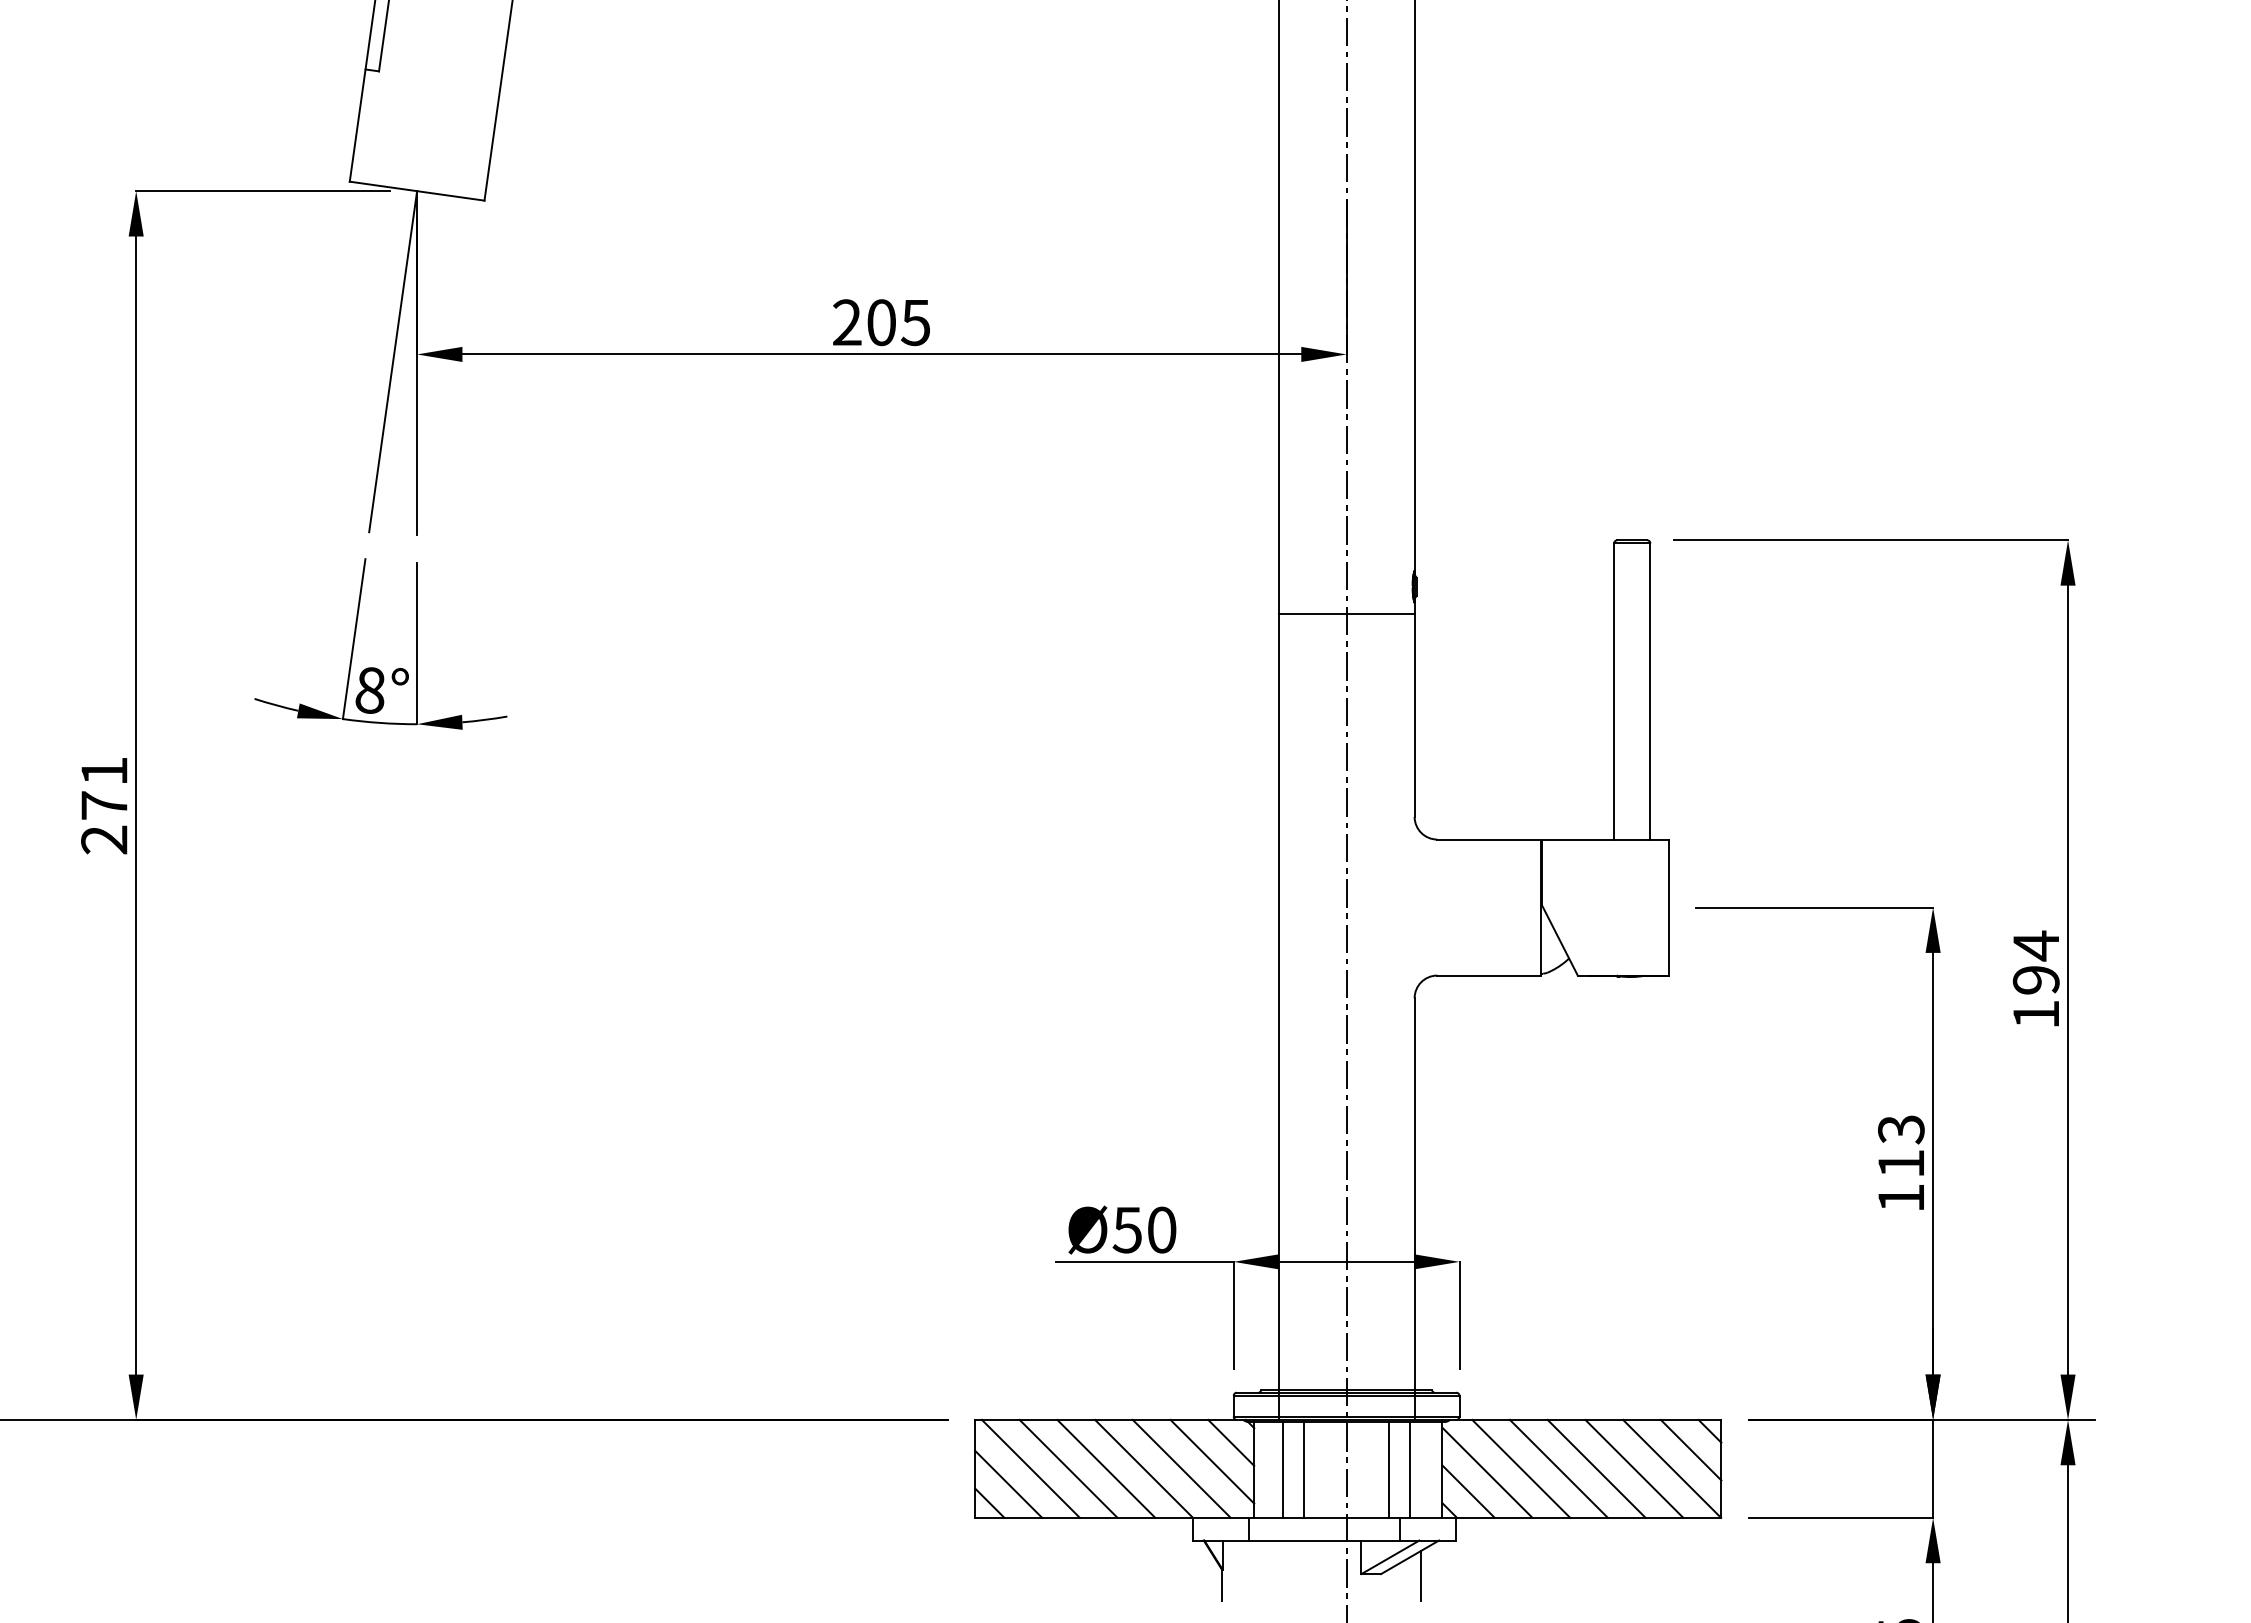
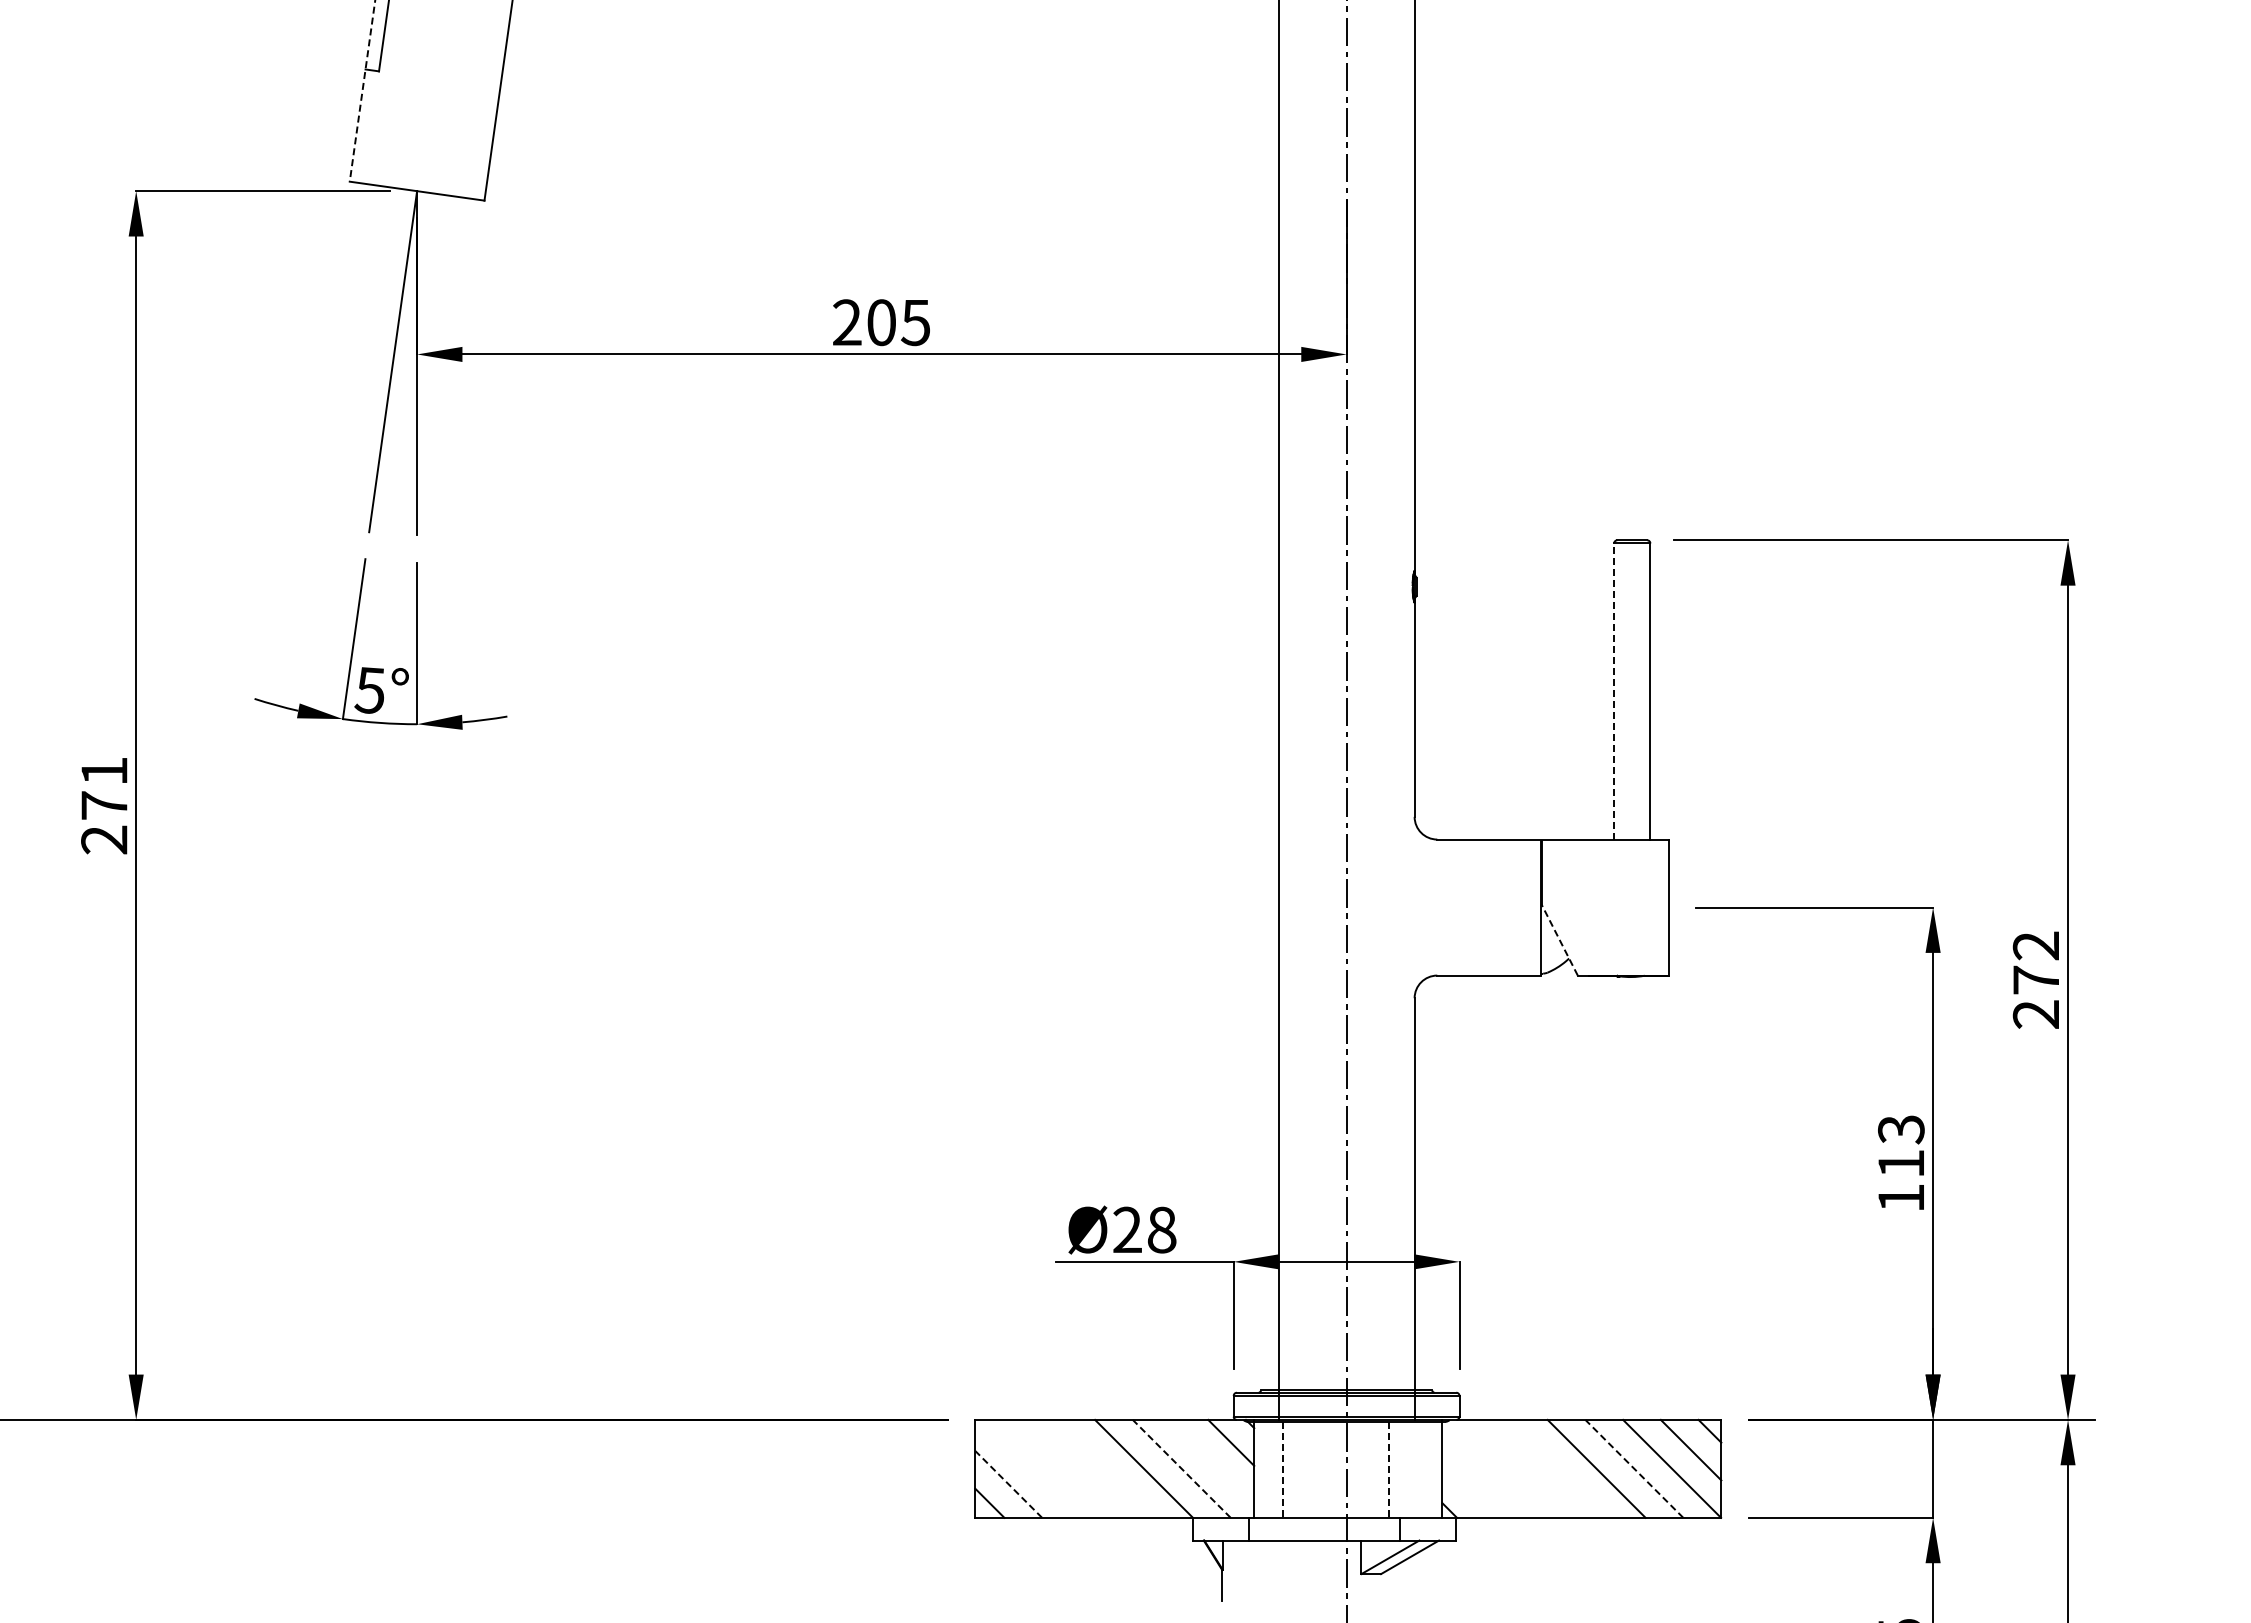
line at (362, 91): solid -> dashed
line at (1346, 614): present -> none
text at (369, 690): 8° -> 5°
line at (1614, 691): solid -> dashed
line at (1559, 940): solid -> dashed
text at (2035, 979): 194 -> 272
text at (1144, 1229): Ø50 -> Ø28
line at (1212, 1461): present -> none
line at (1030, 1468): present -> none
line at (1068, 1468): present -> none
line at (1106, 1468): present -> none
line at (1181, 1468): solid -> dashed
line at (1521, 1468): present -> none
line at (1558, 1468): present -> none
line at (1634, 1468): solid -> dashed
line at (1303, 1469): present -> none
line at (1410, 1469): present -> none
line at (1283, 1470): solid -> dashed
line at (1389, 1470): solid -> dashed
line at (1487, 1472): present -> none
line at (1008, 1484): solid -> dashed
line at (1468, 1491): present -> none
line at (1421, 1575): present -> none
